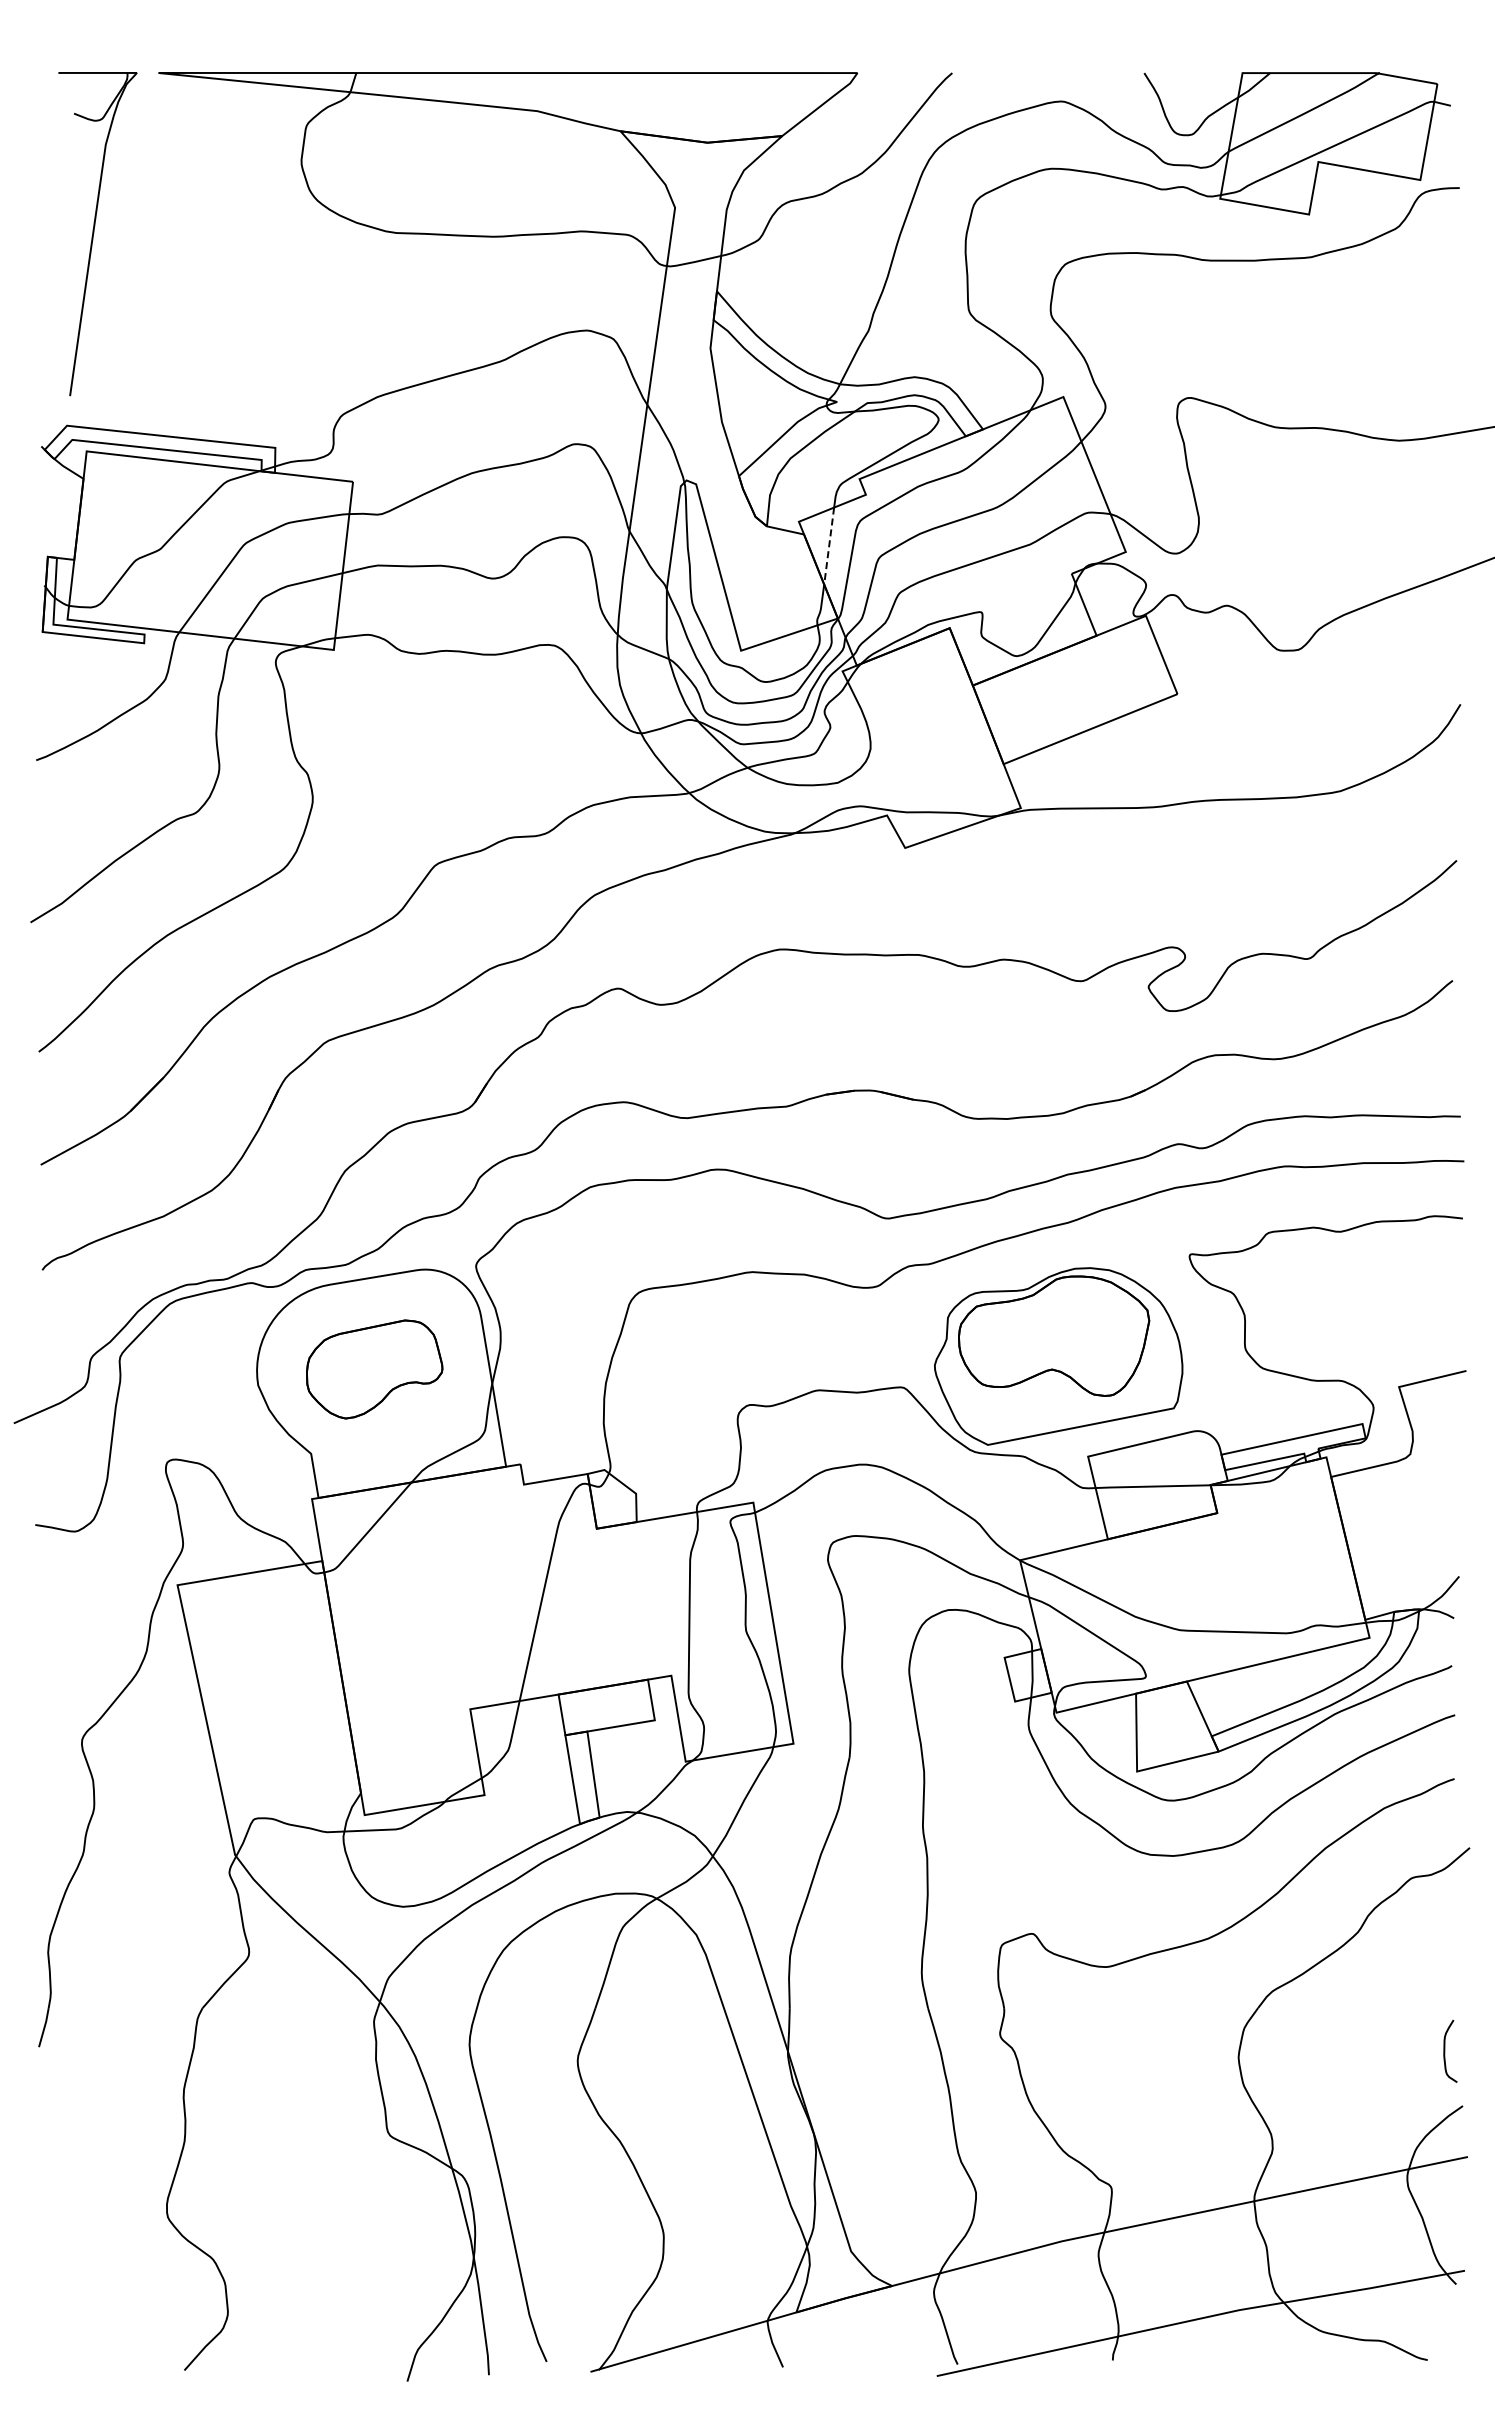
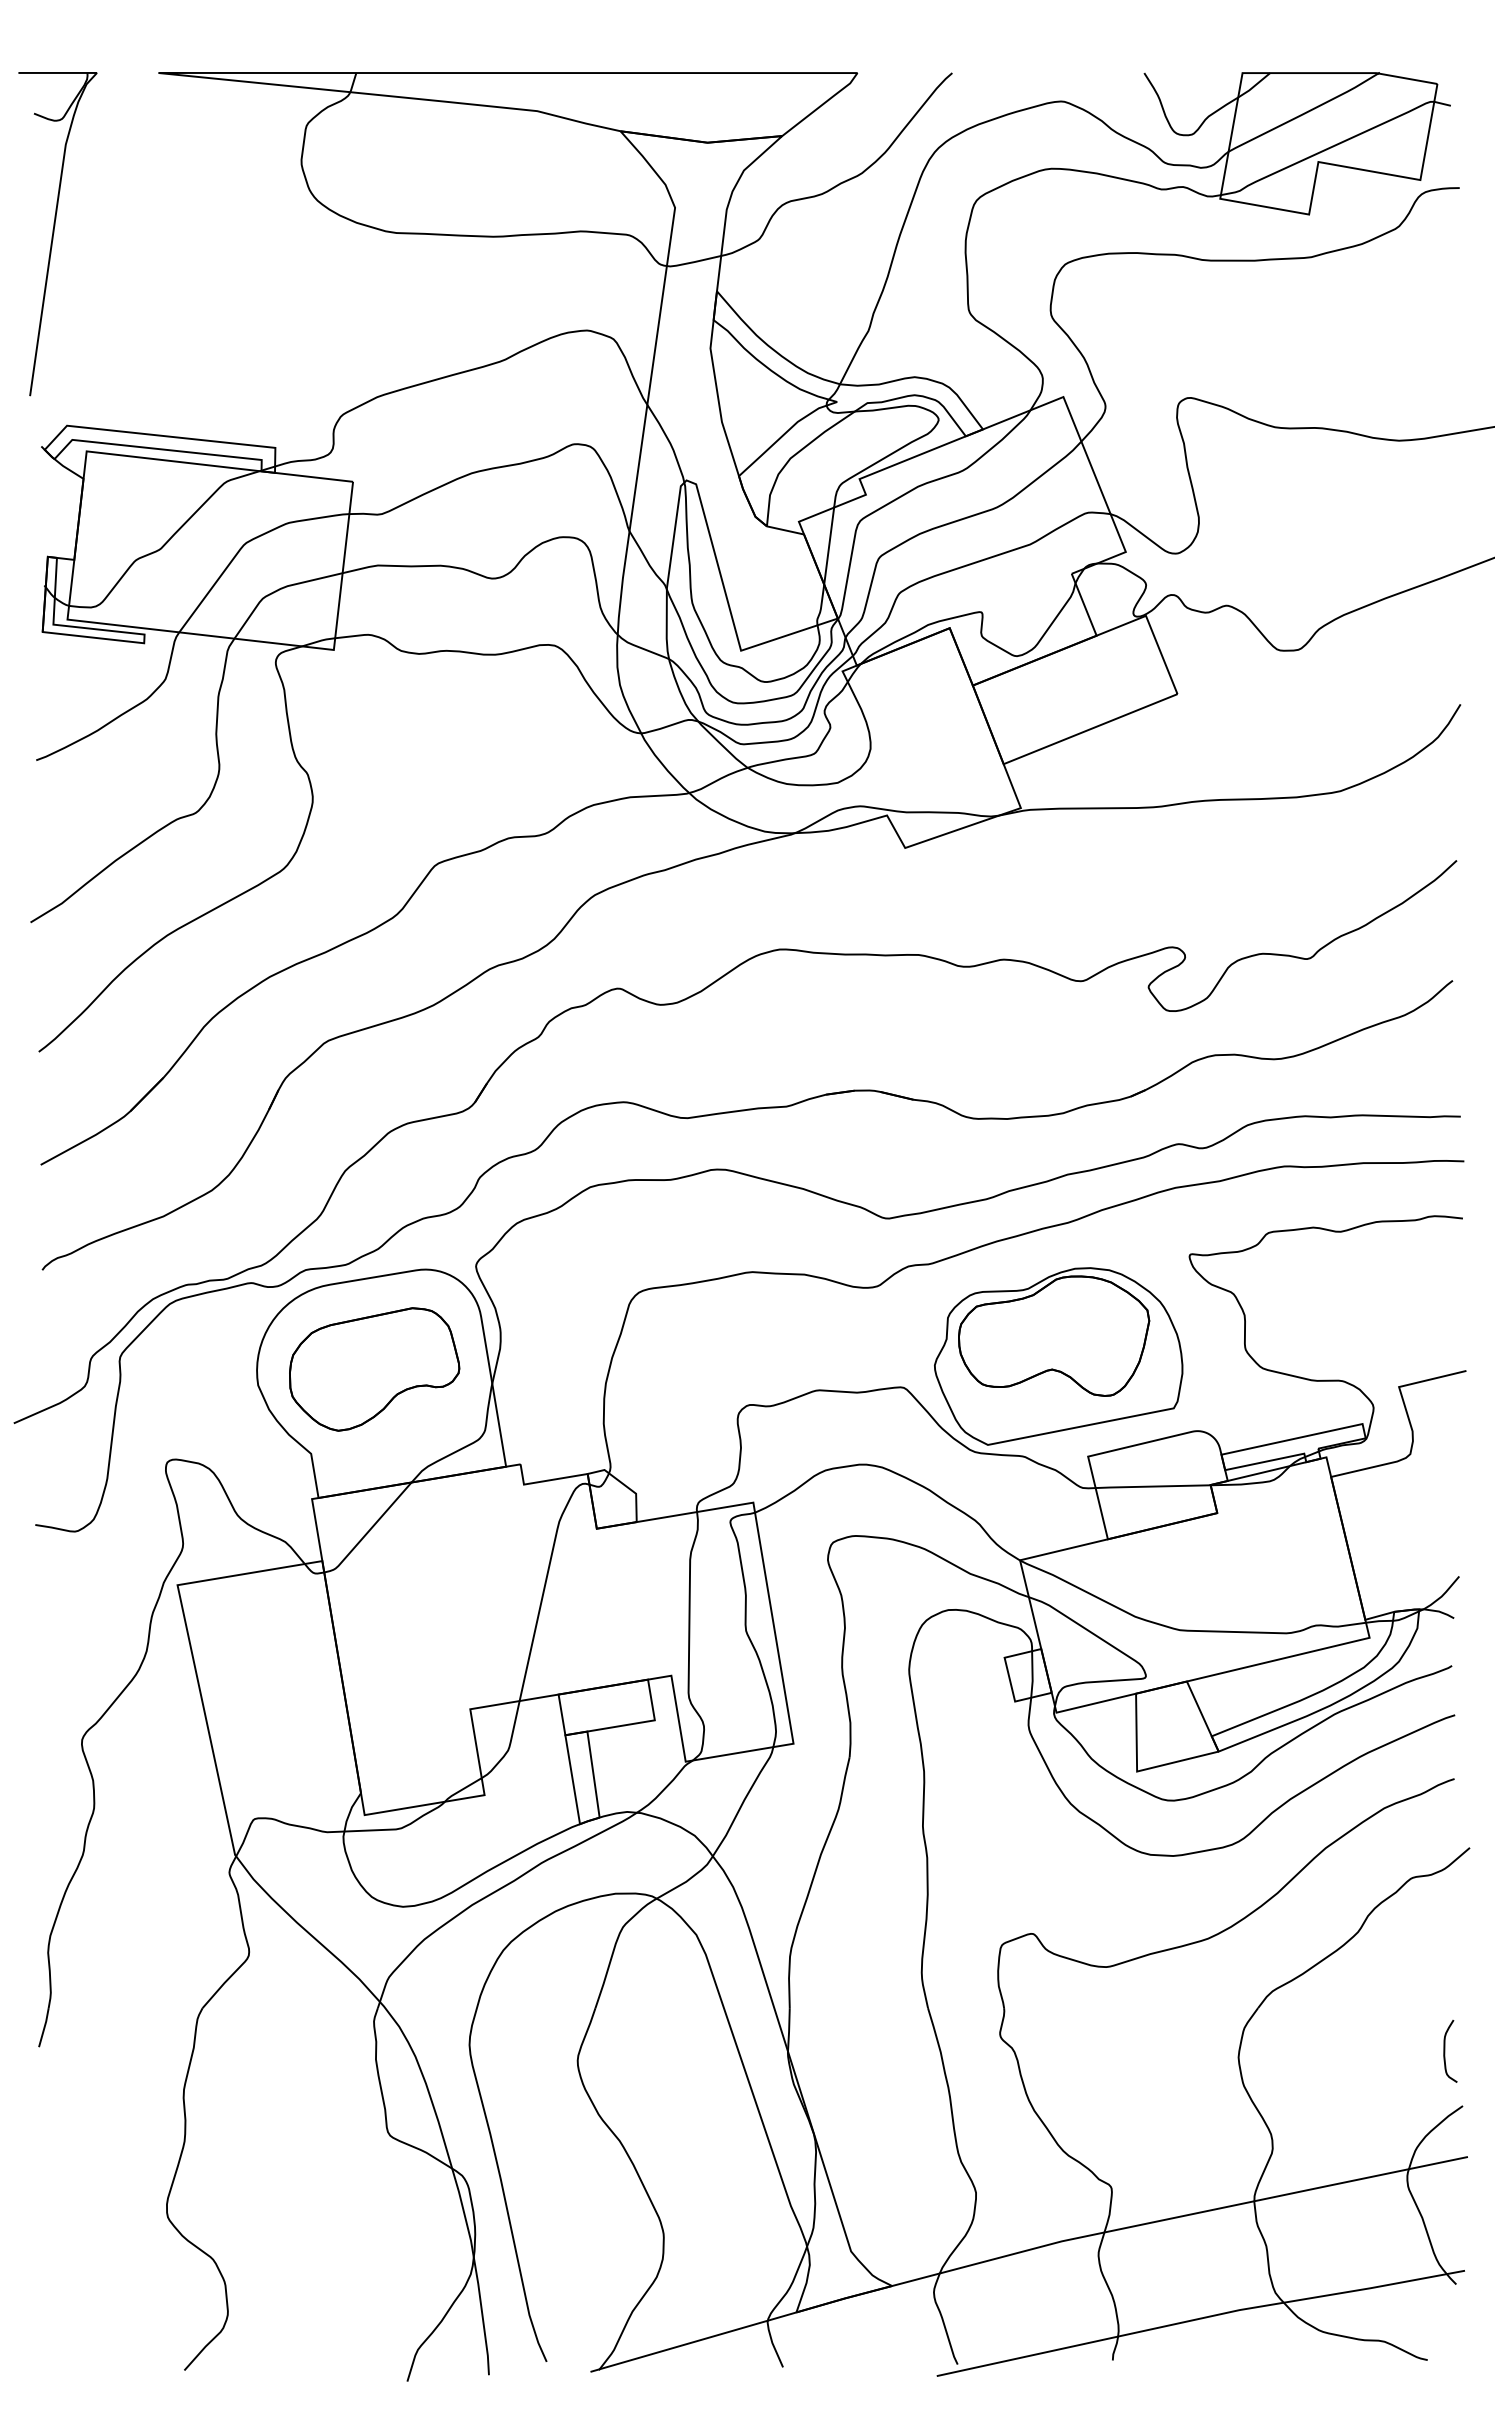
part at (97, 234) position: (97, 234) -> (57, 234)
line at (829, 546): dashed -> solid
part at (374, 1369) size: 138x101 px -> 172x125 px
